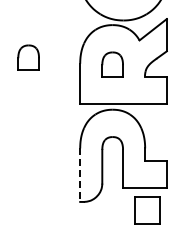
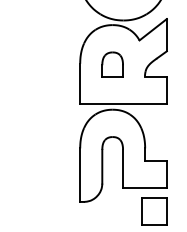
part at (28, 57): present -> none
line at (80, 175): dashed -> solid
part at (147, 210) position: (147, 210) -> (154, 211)
